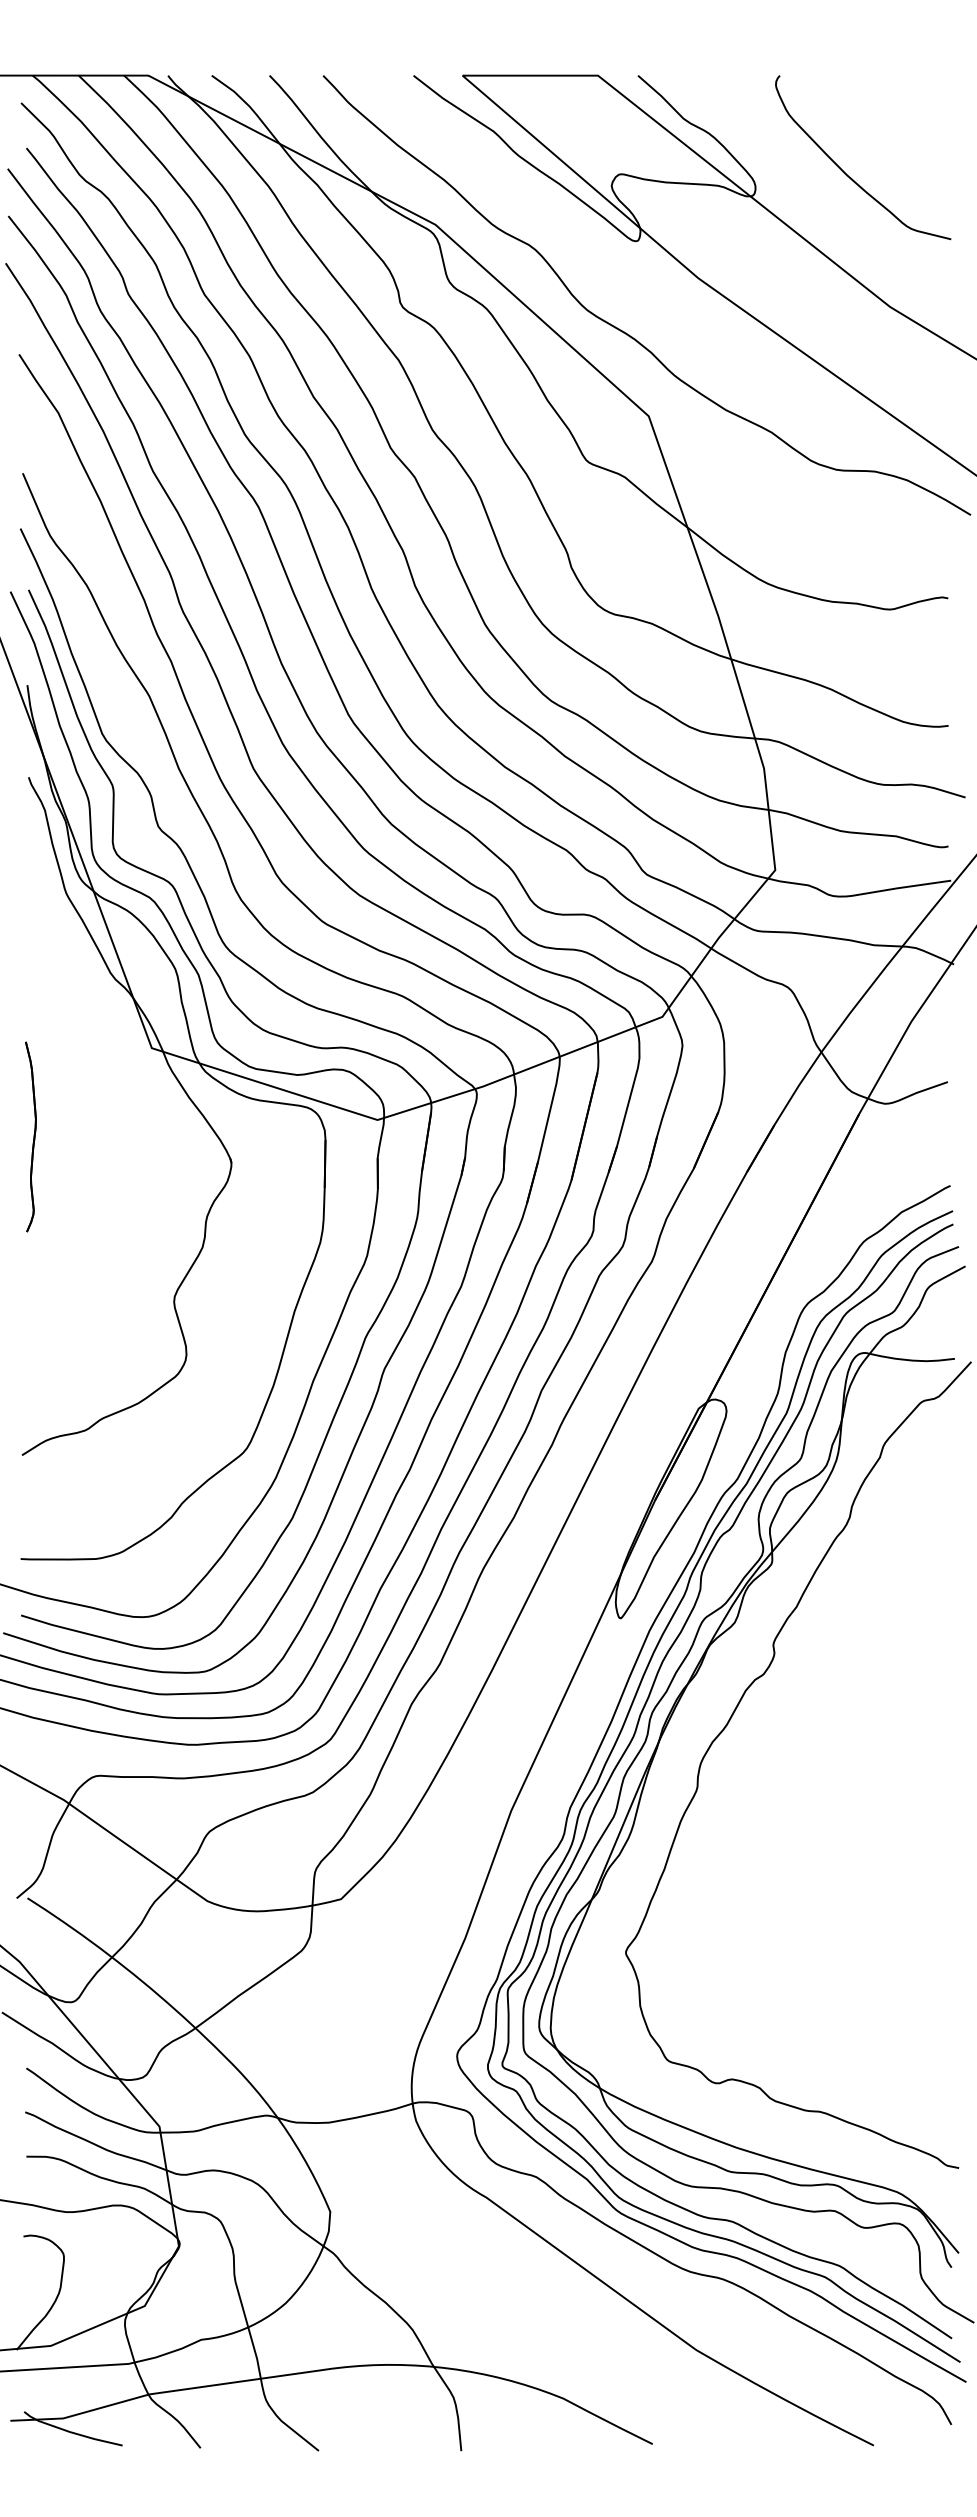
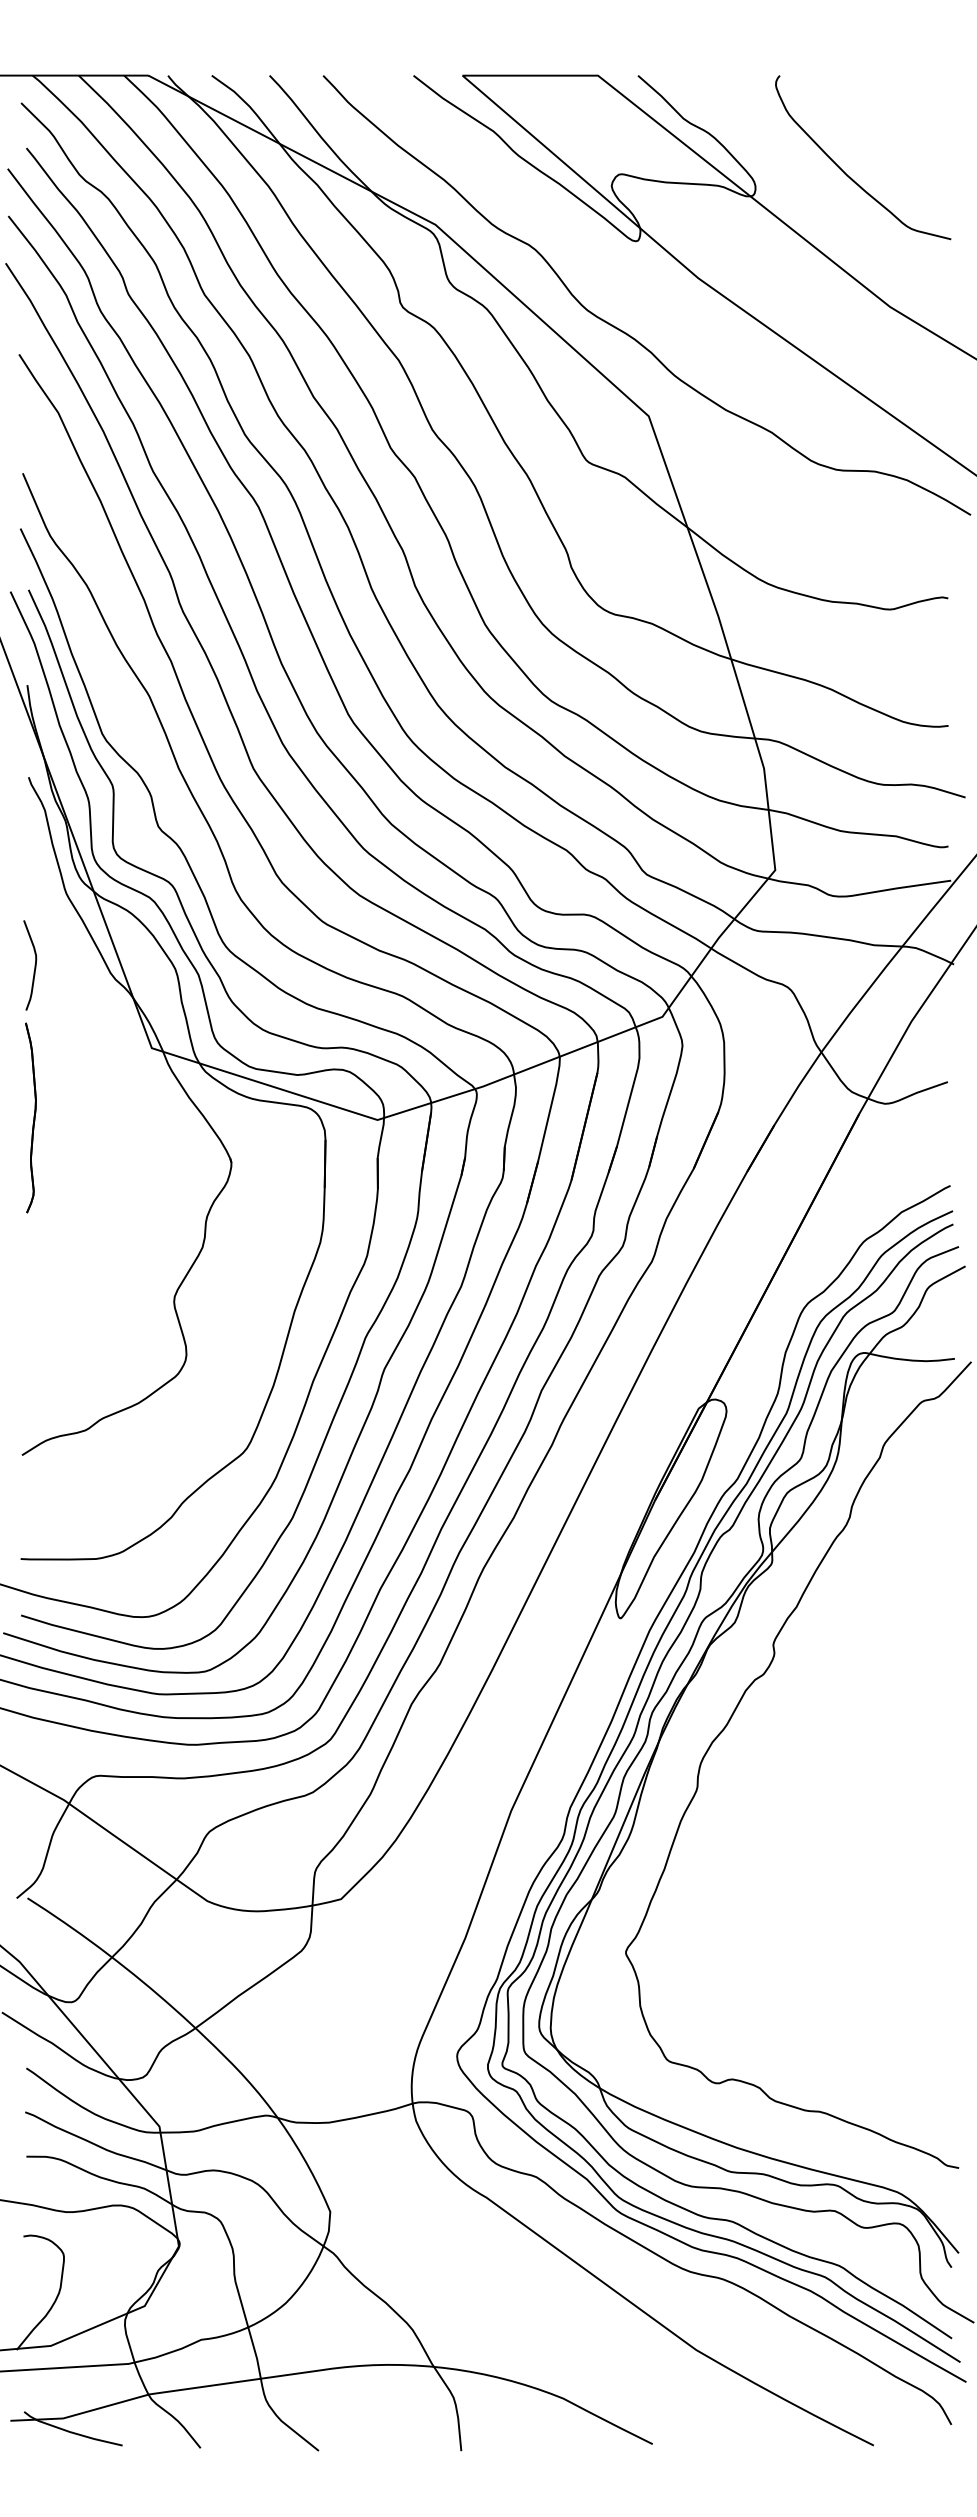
curve at (34, 965): none -> present
part at (30, 1136) position: (30, 1136) -> (30, 1117)
